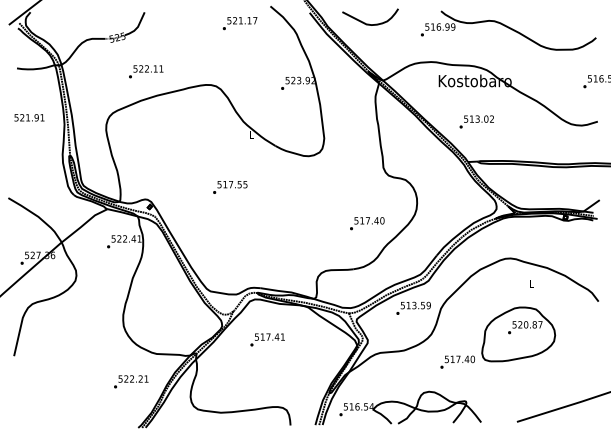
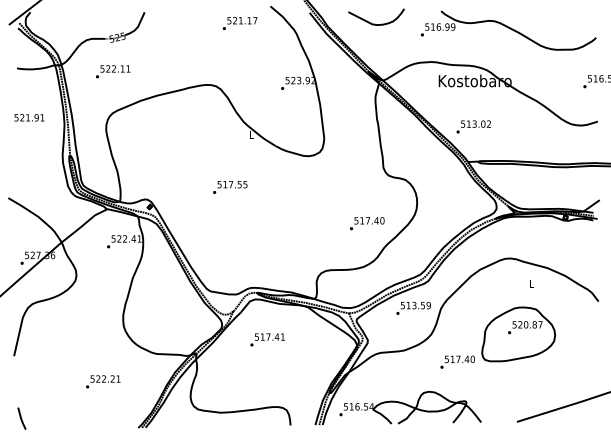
curve at (369, 23) position: (369, 23) -> (375, 23)
text at (146, 71) position: (146, 71) -> (113, 71)
text at (476, 121) position: (476, 121) -> (473, 126)
text at (131, 381) position: (131, 381) -> (103, 381)
line at (21, 418): none -> present
